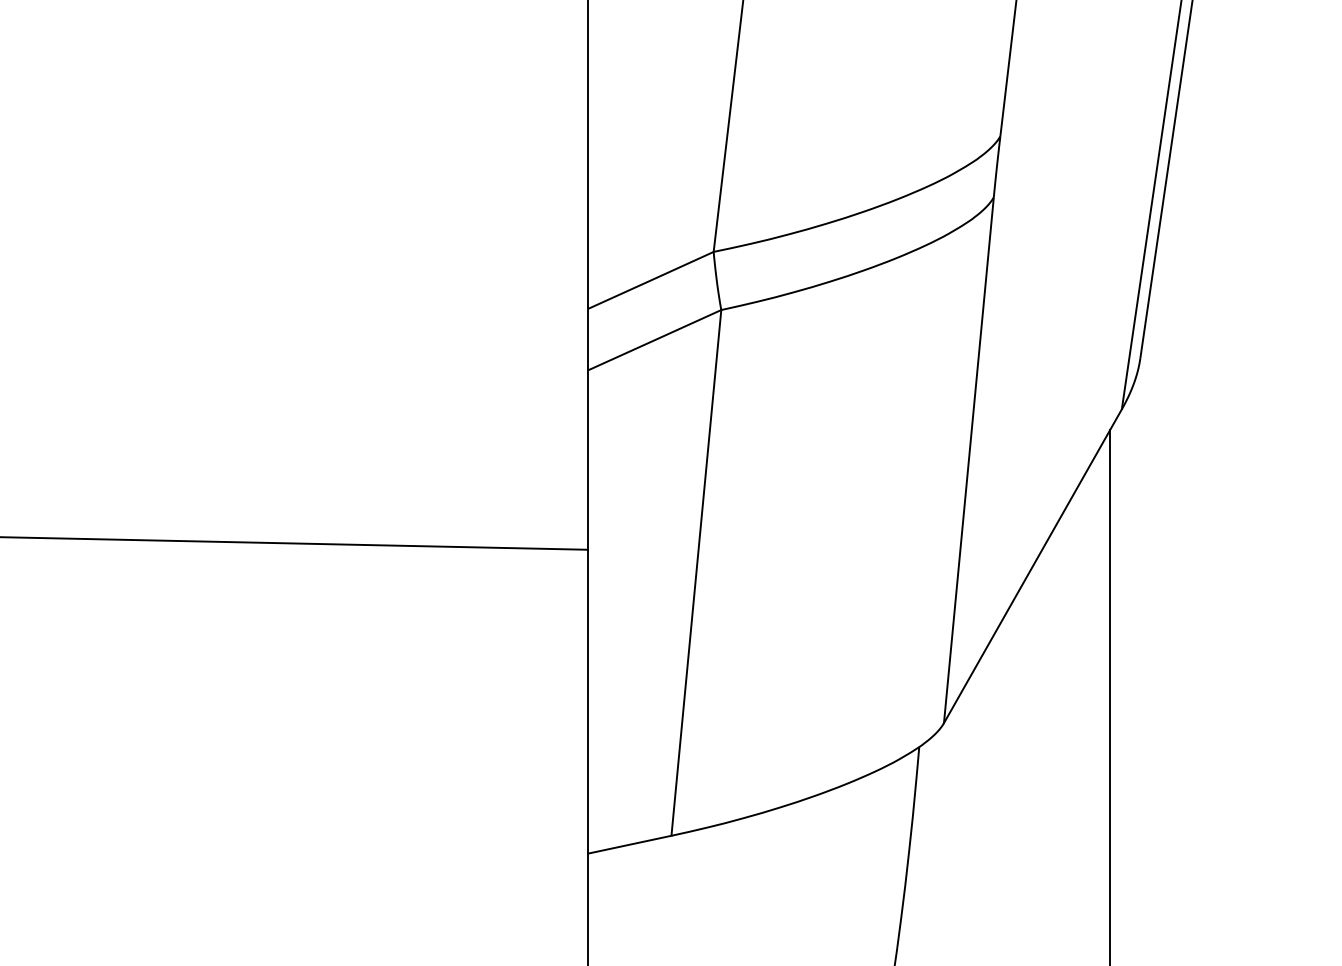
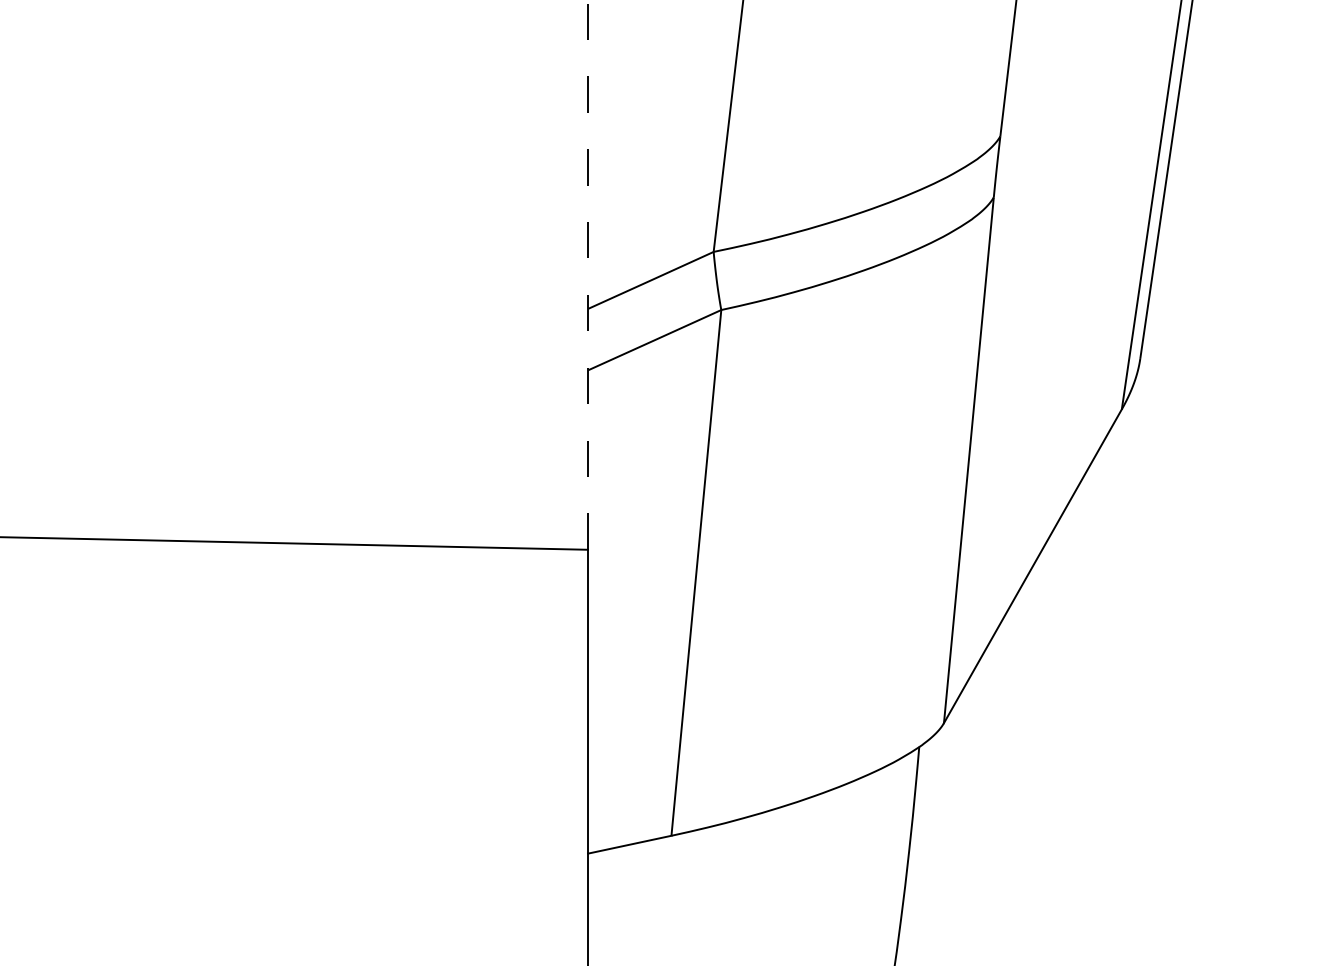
line at (588, 274): solid -> dashed
line at (1110, 696): present -> none
